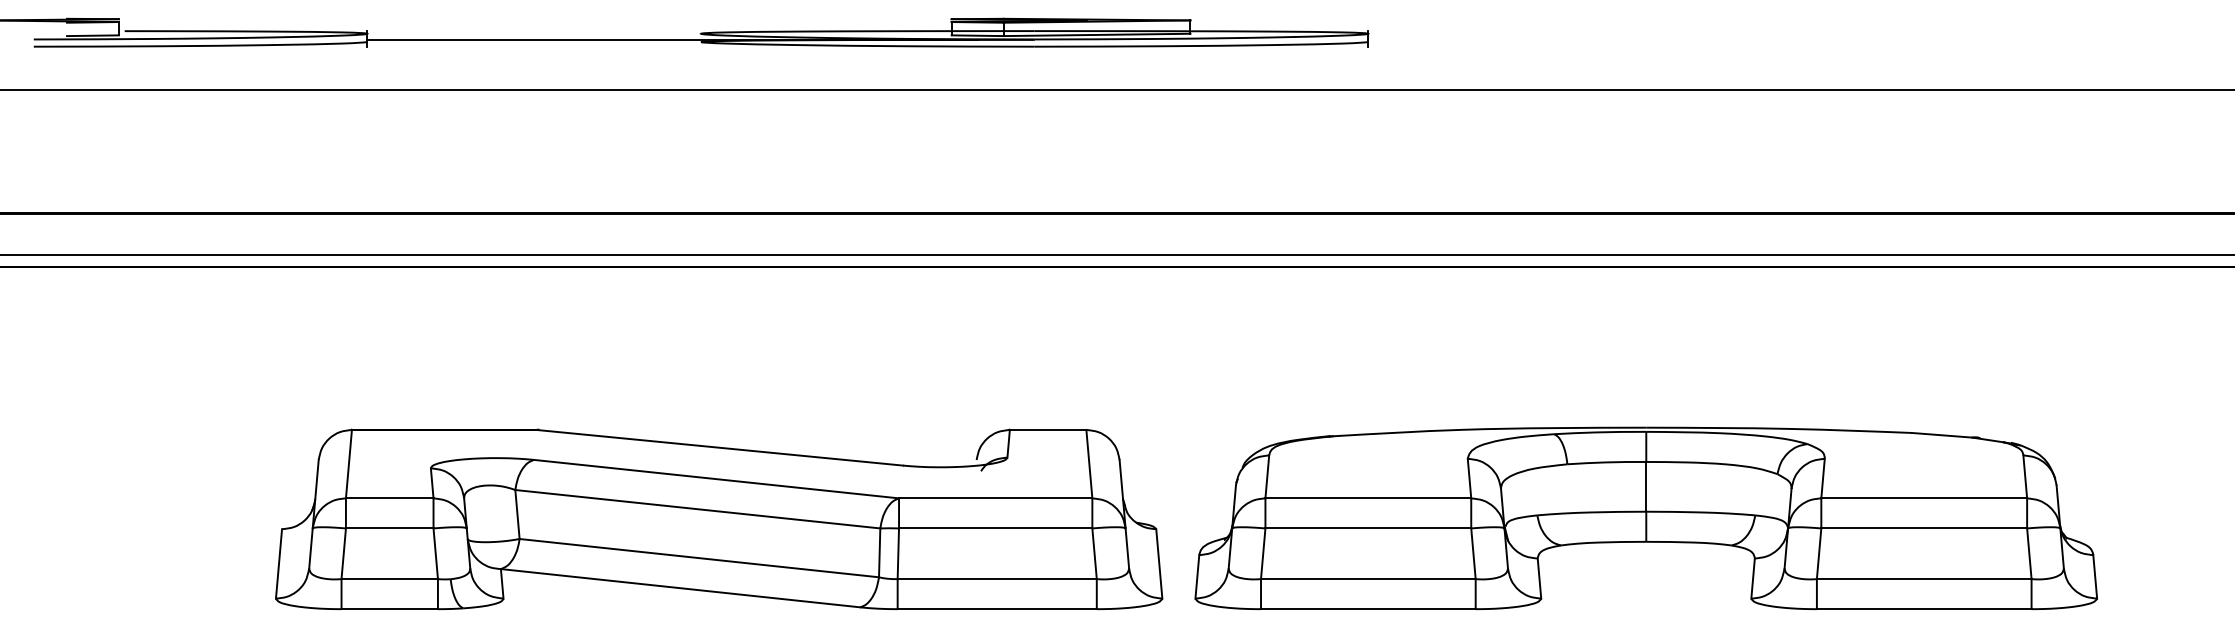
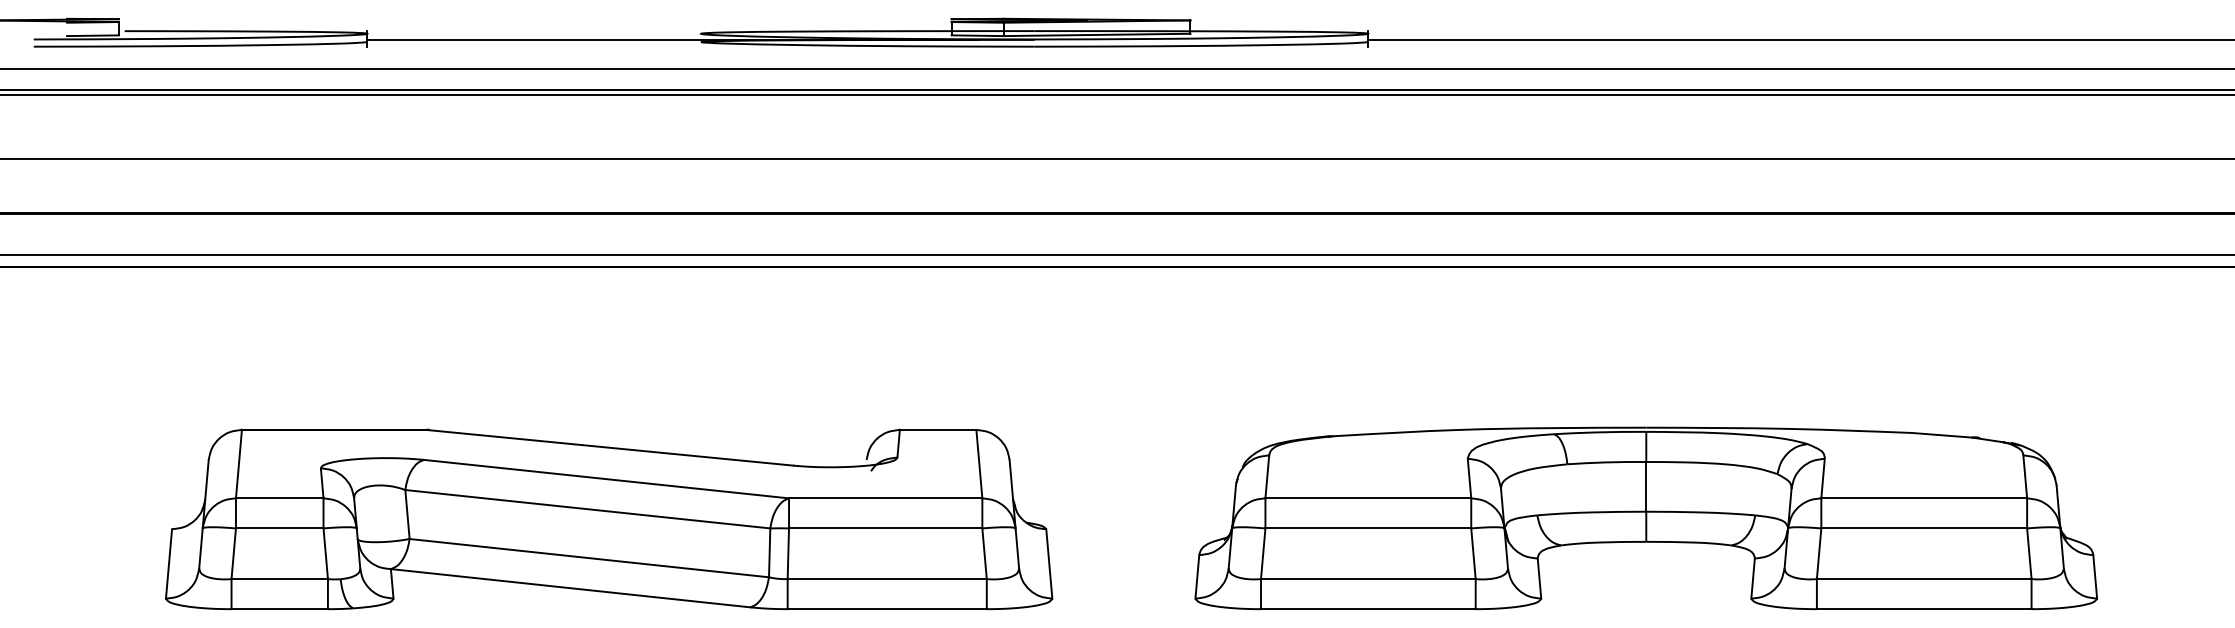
line at (1799, 39): none -> present
line at (1116, 68): none -> present
line at (1116, 95): none -> present
line at (1116, 159): none -> present
part at (719, 519) position: (719, 519) -> (609, 519)
